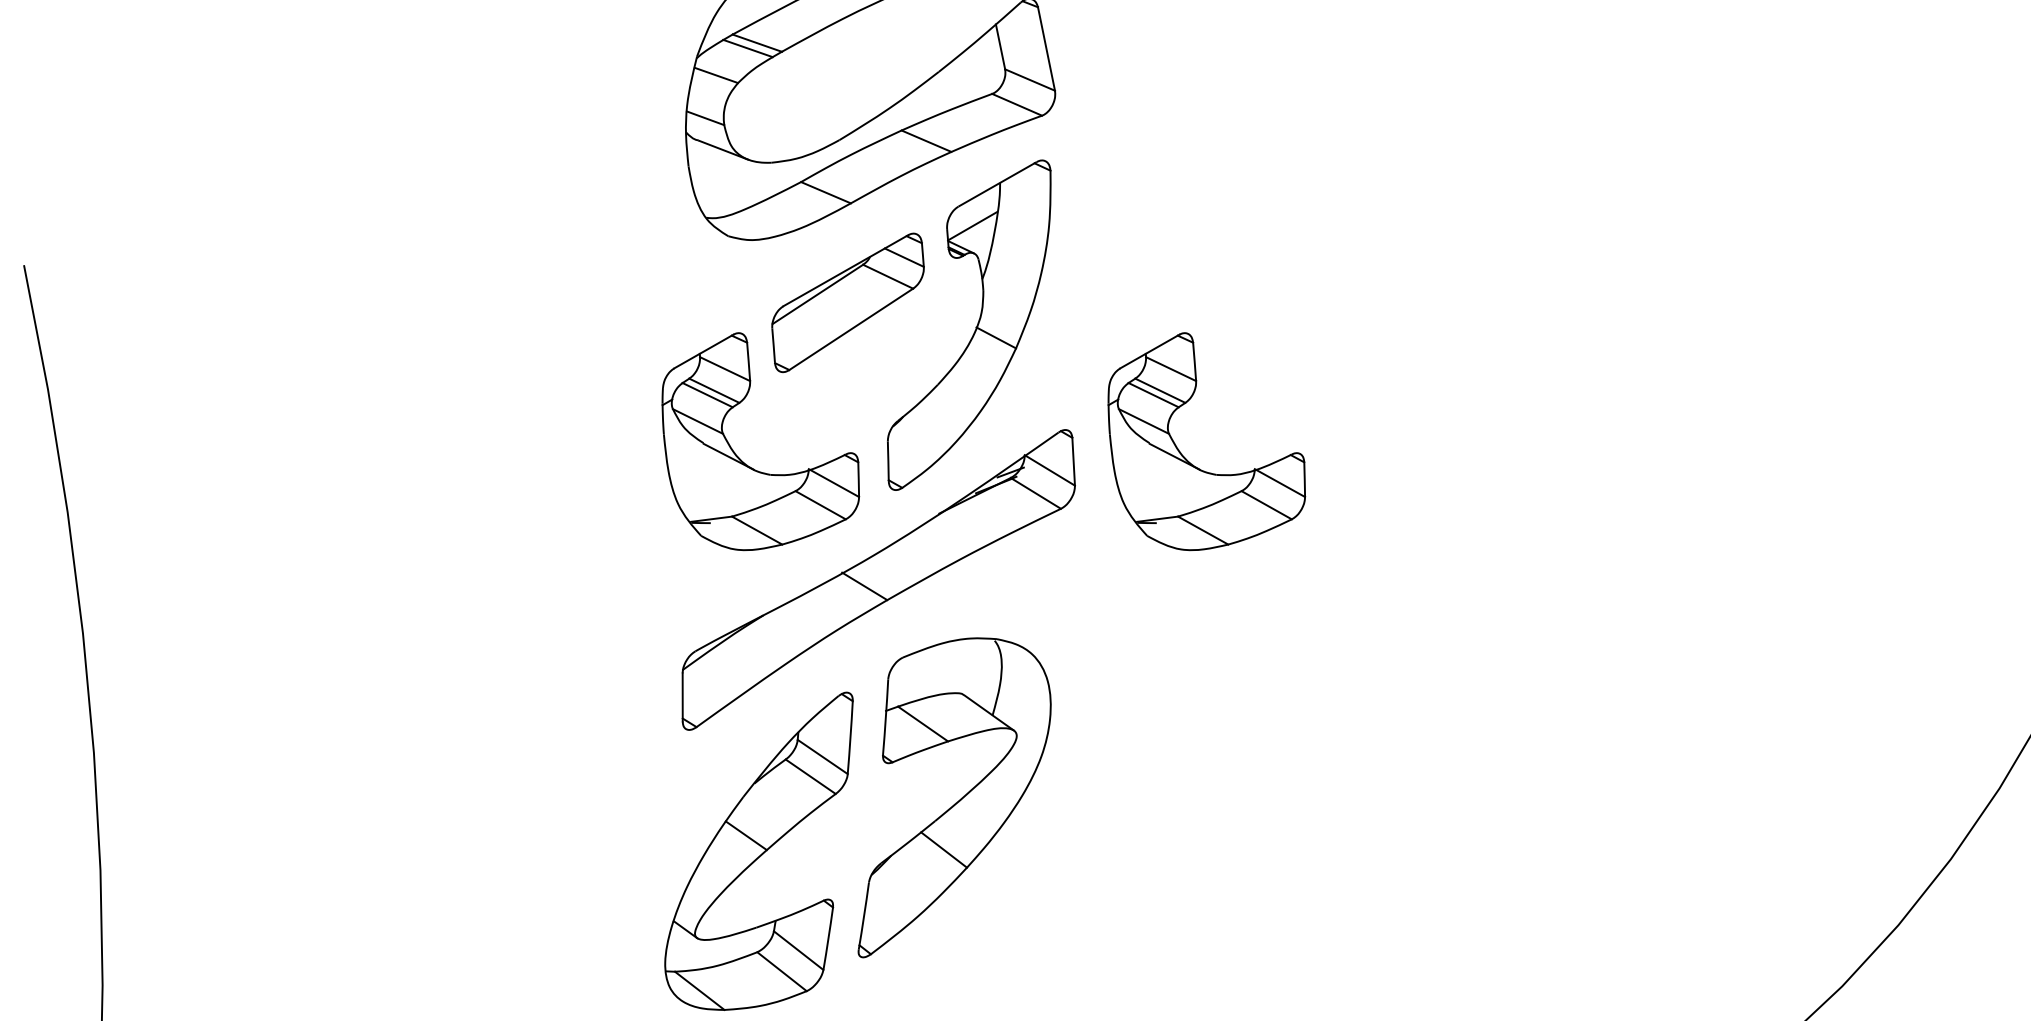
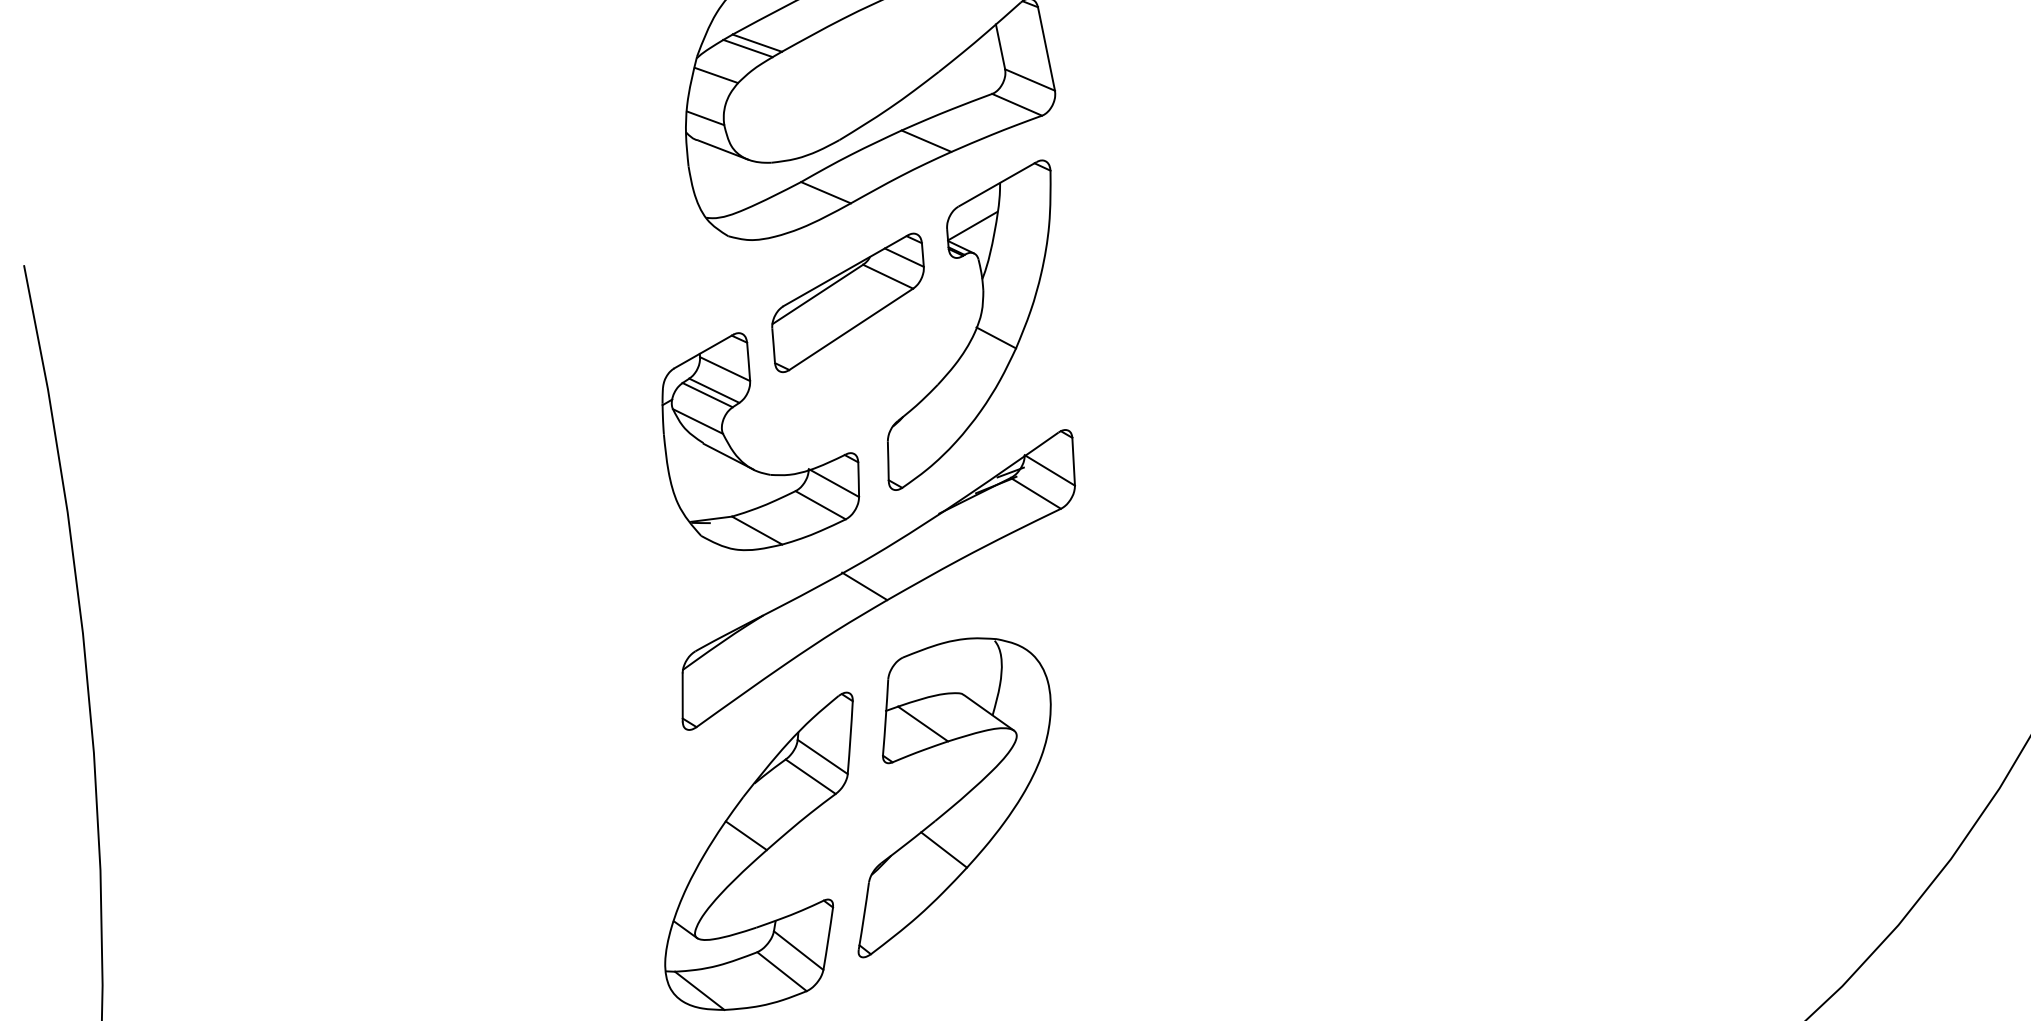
part at (1187, 459): present -> none
